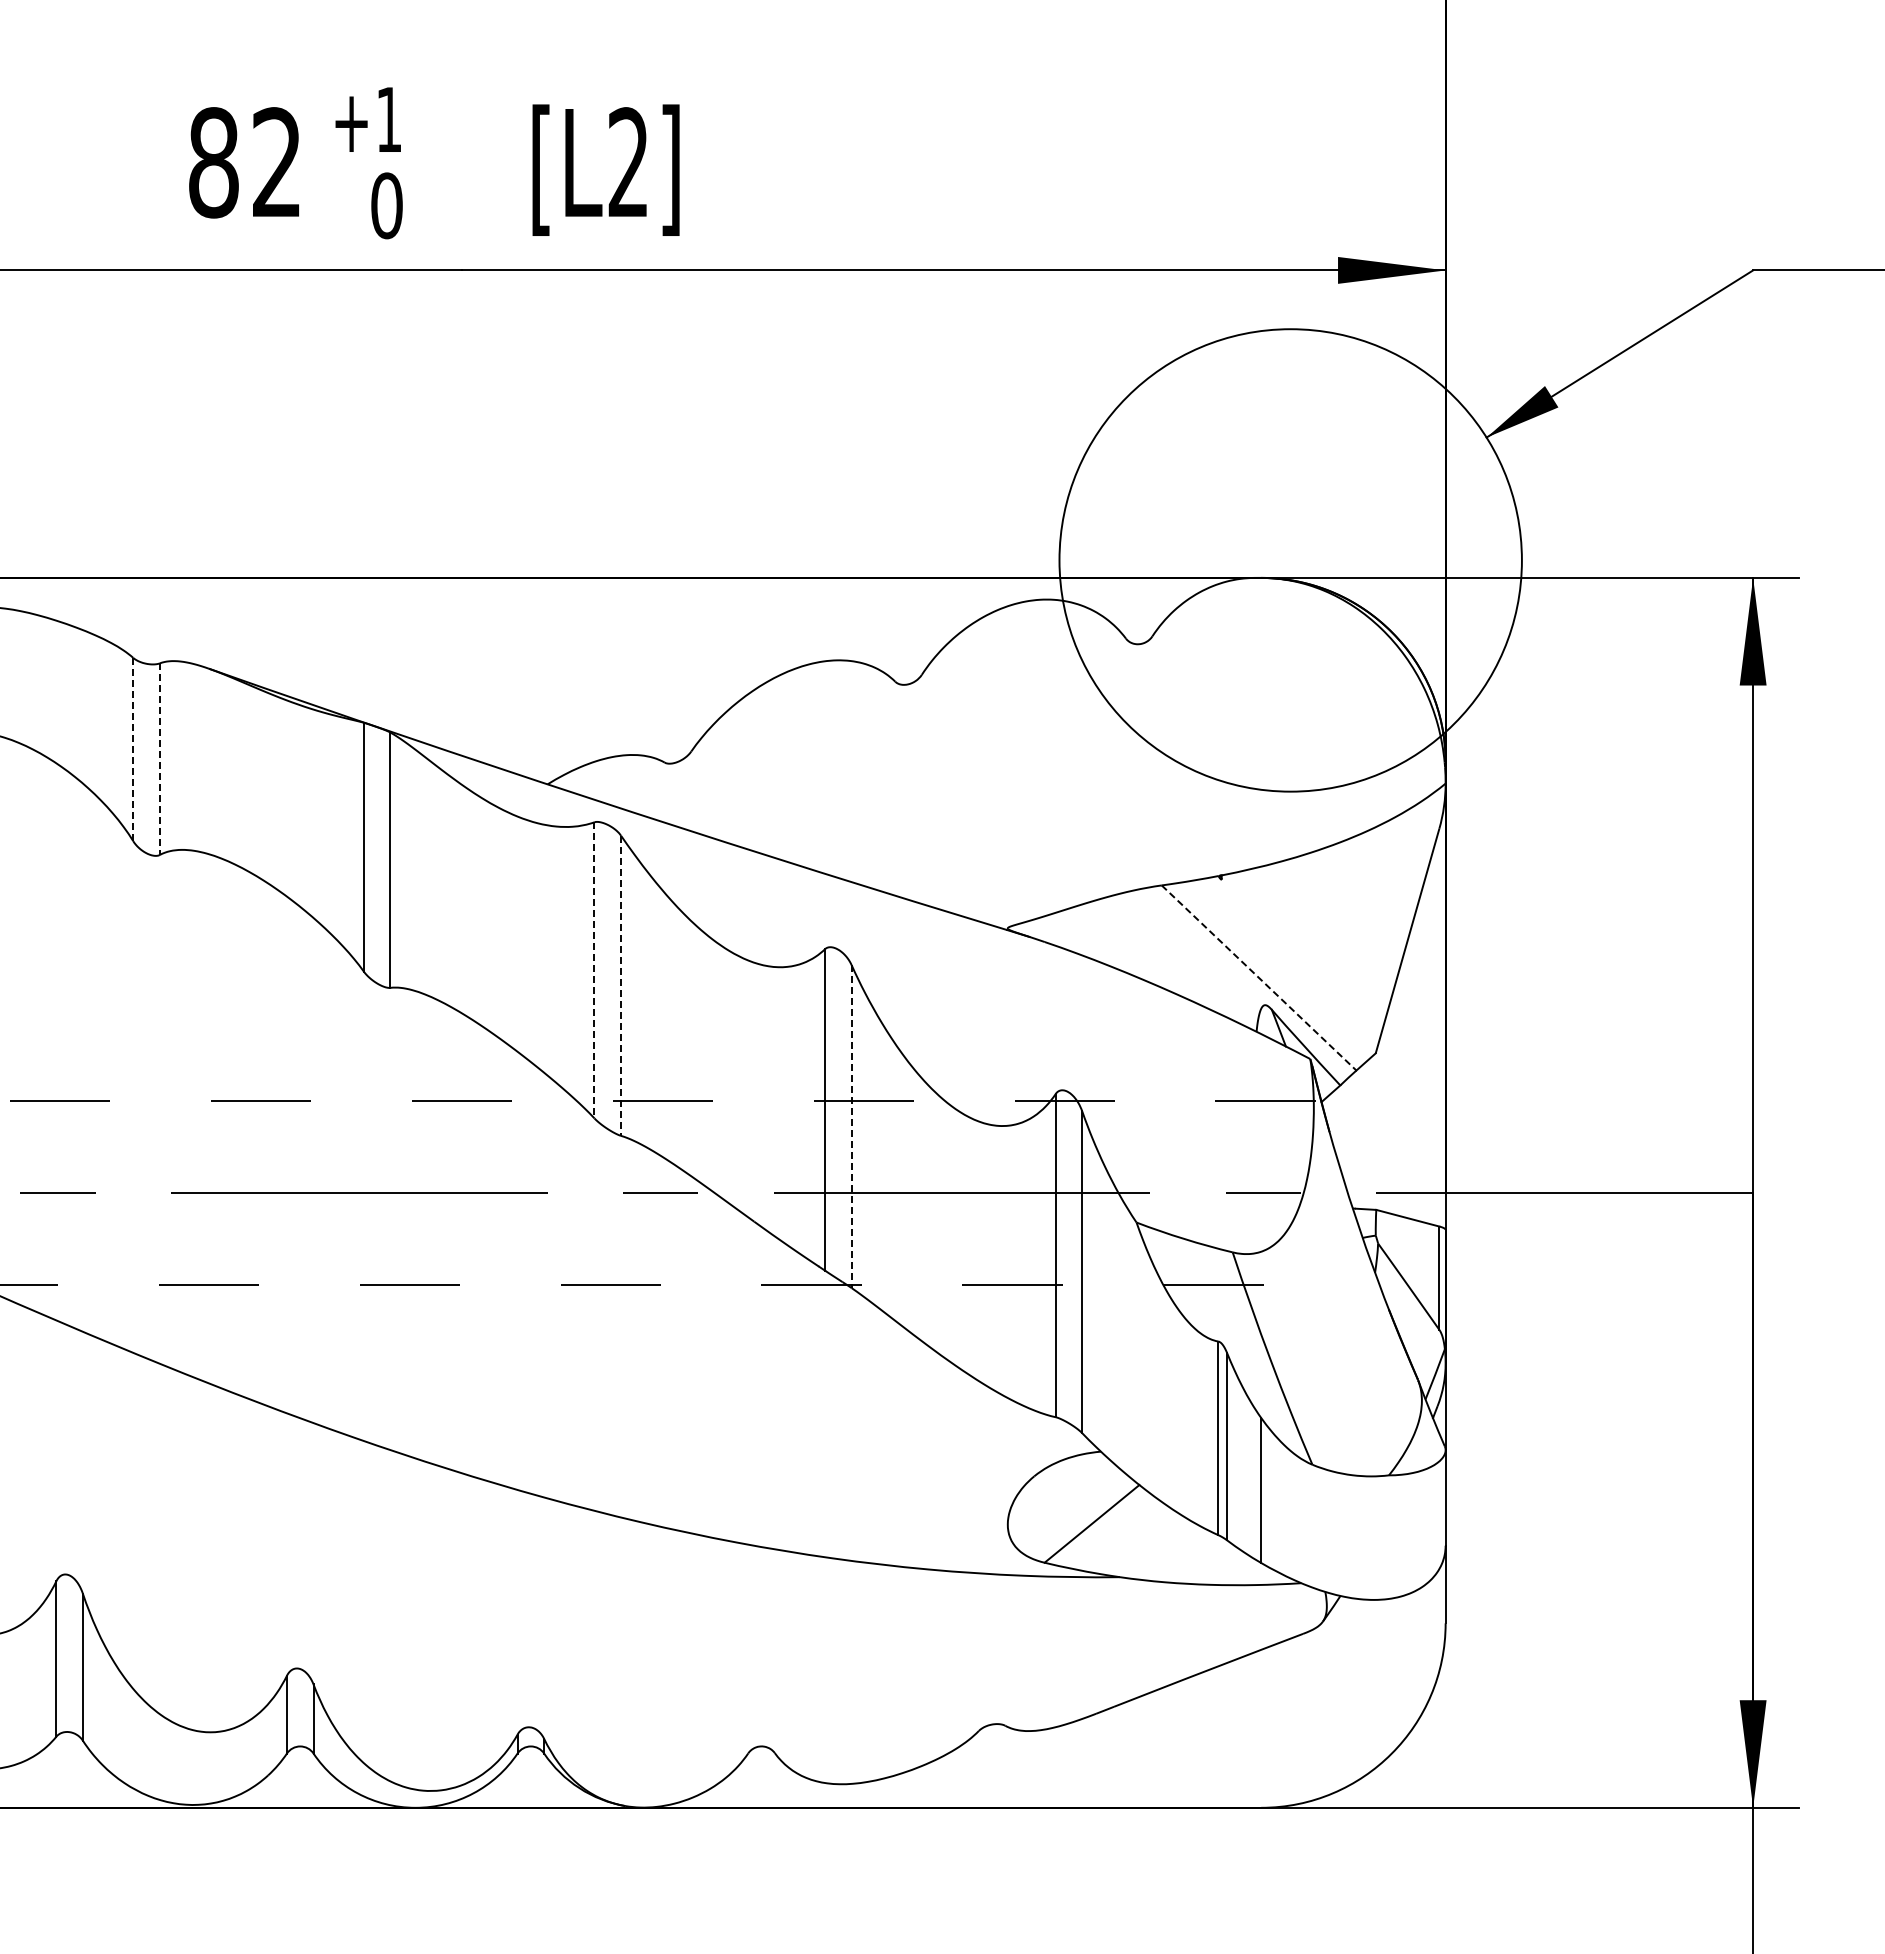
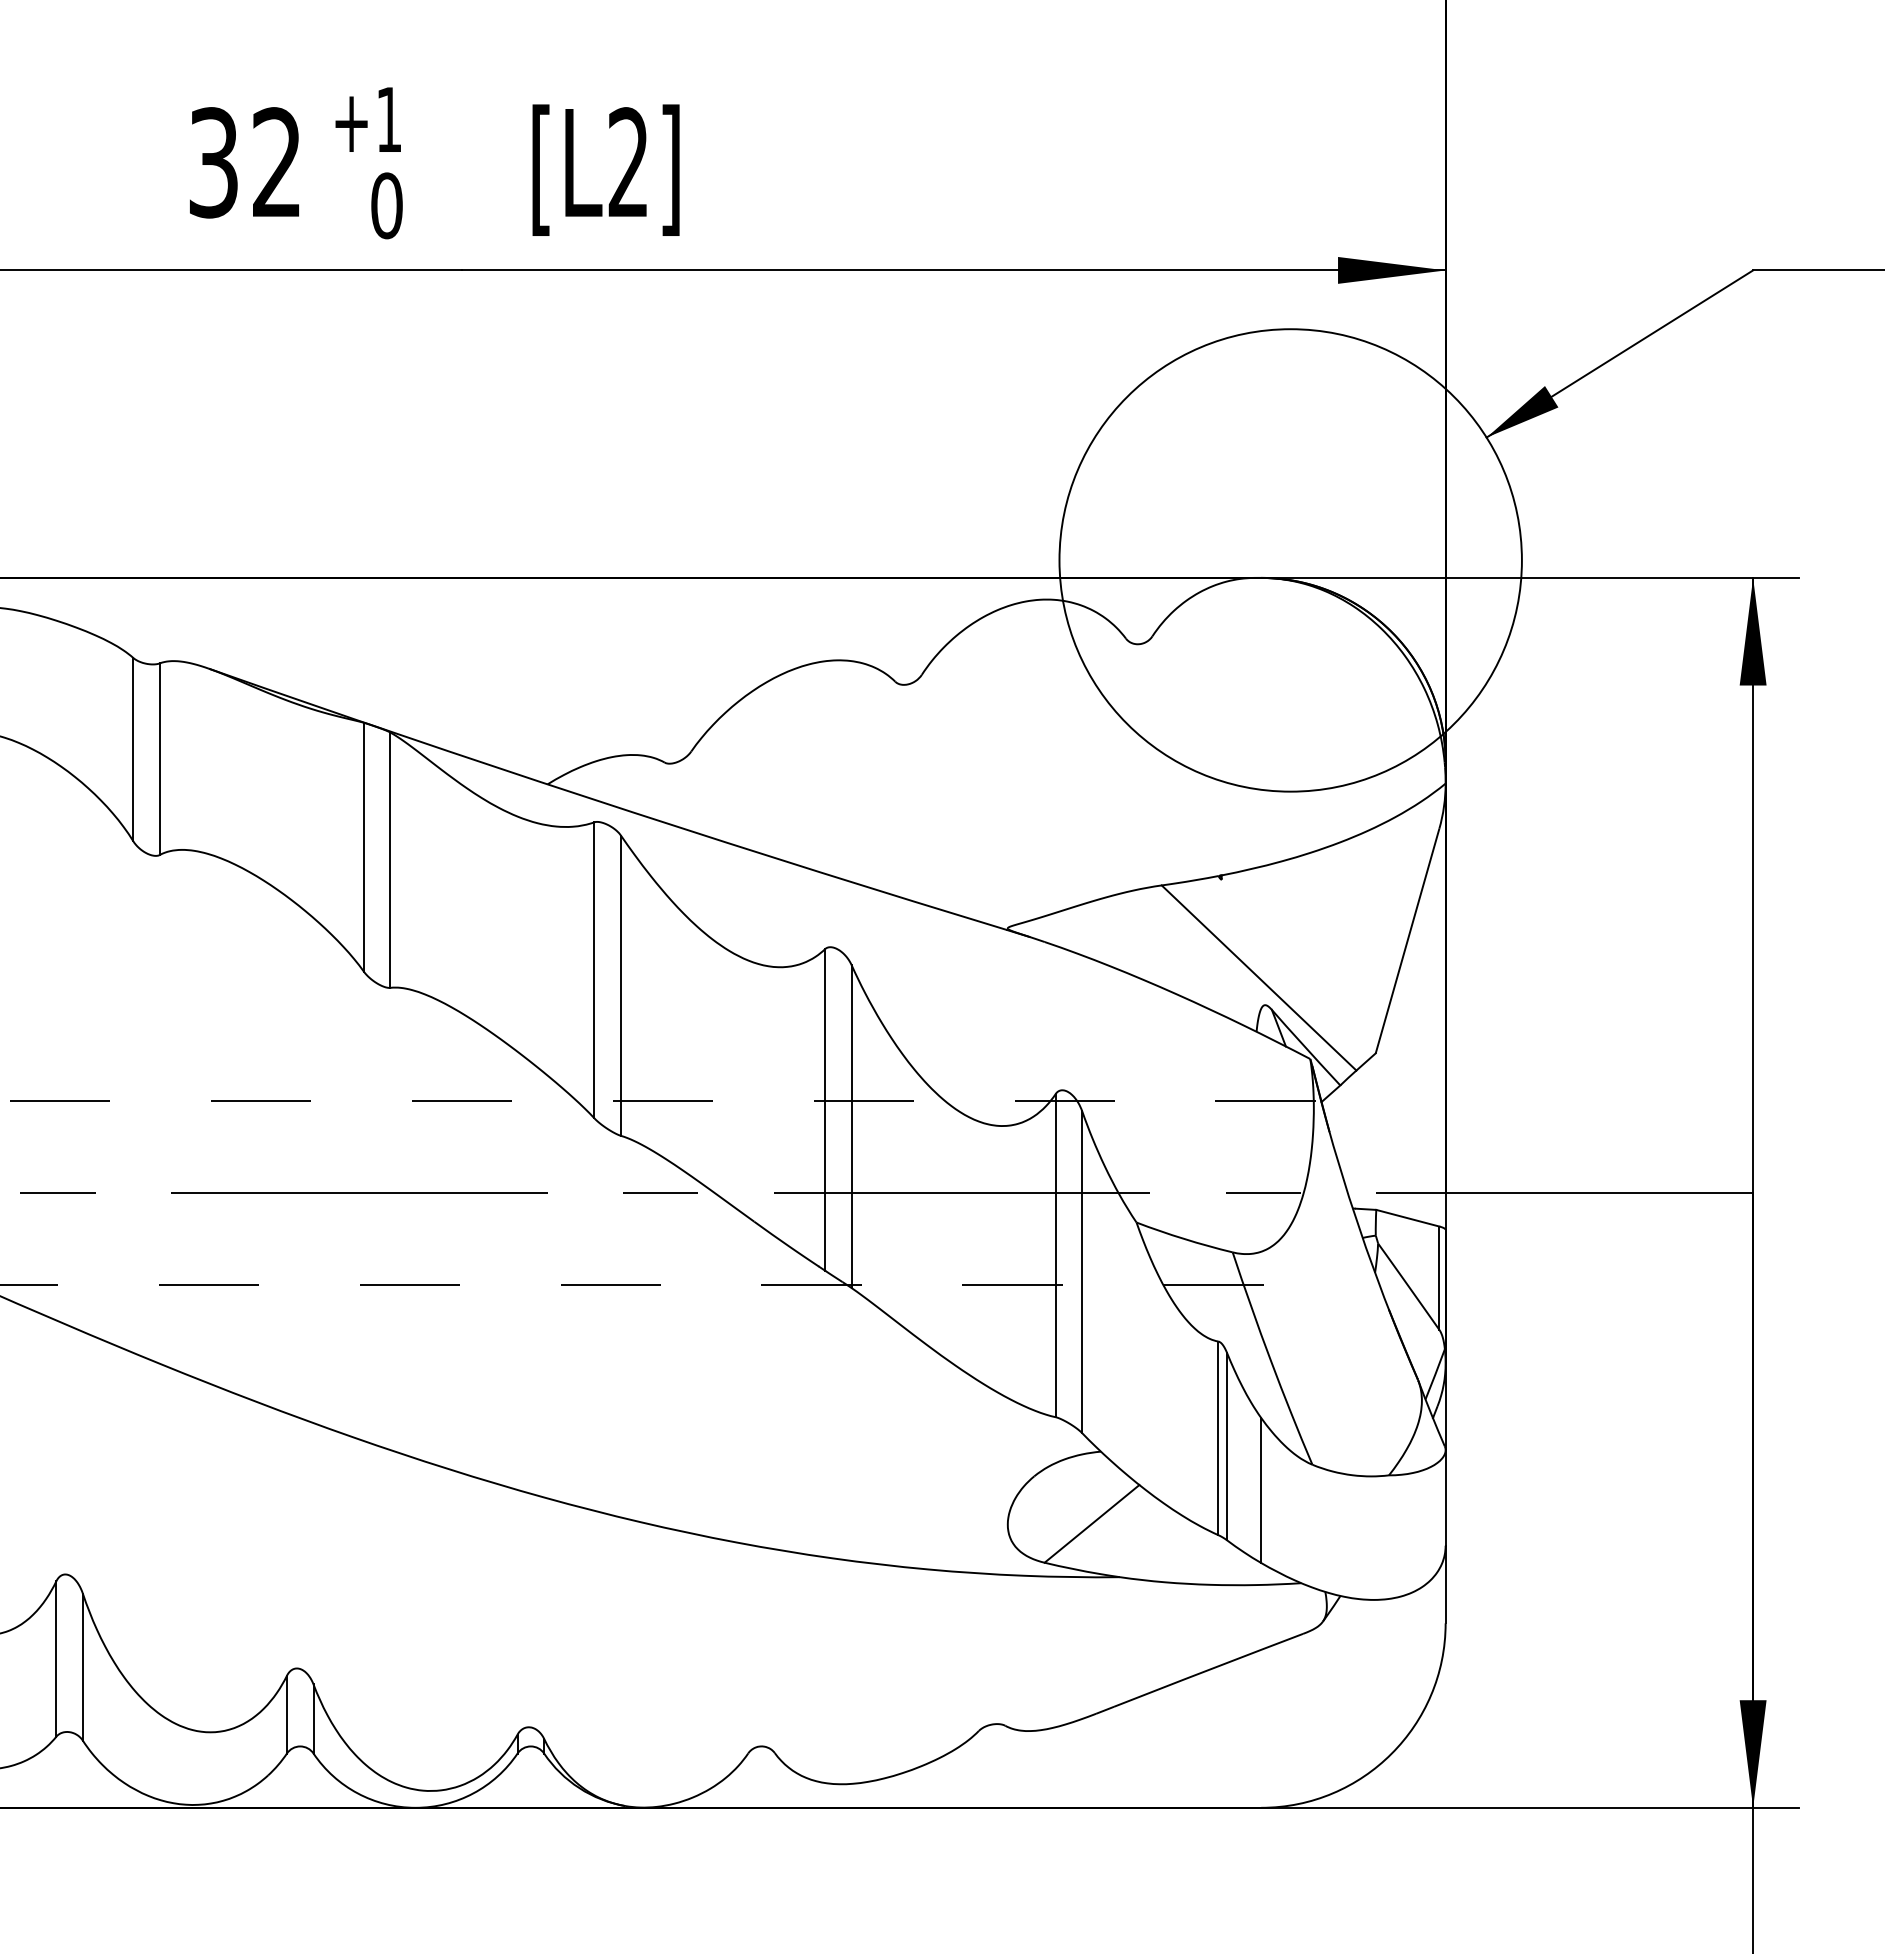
text at (213, 162): 82 -> 32
line at (133, 749): dashed -> solid
line at (159, 759): dashed -> solid
line at (594, 970): dashed -> solid
line at (1259, 978): dashed -> solid
line at (621, 986): dashed -> solid
line at (851, 1127): dashed -> solid
